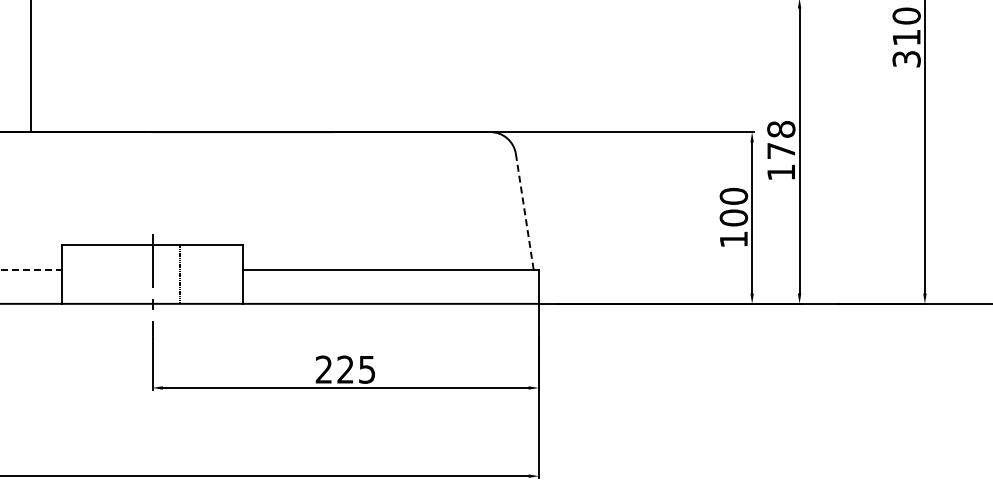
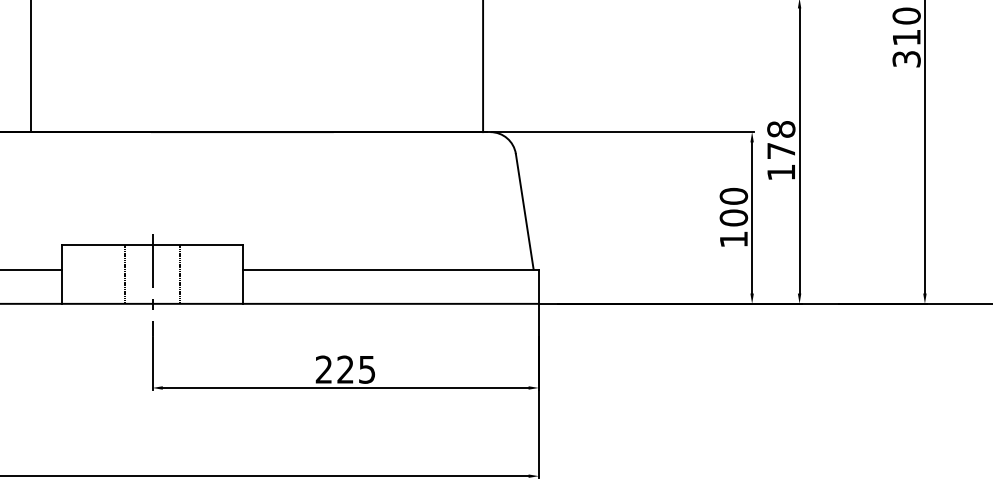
line at (483, 67): none -> present
line at (524, 212): dashed -> solid
line at (31, 269): dashed -> solid
line at (124, 274): none -> present
